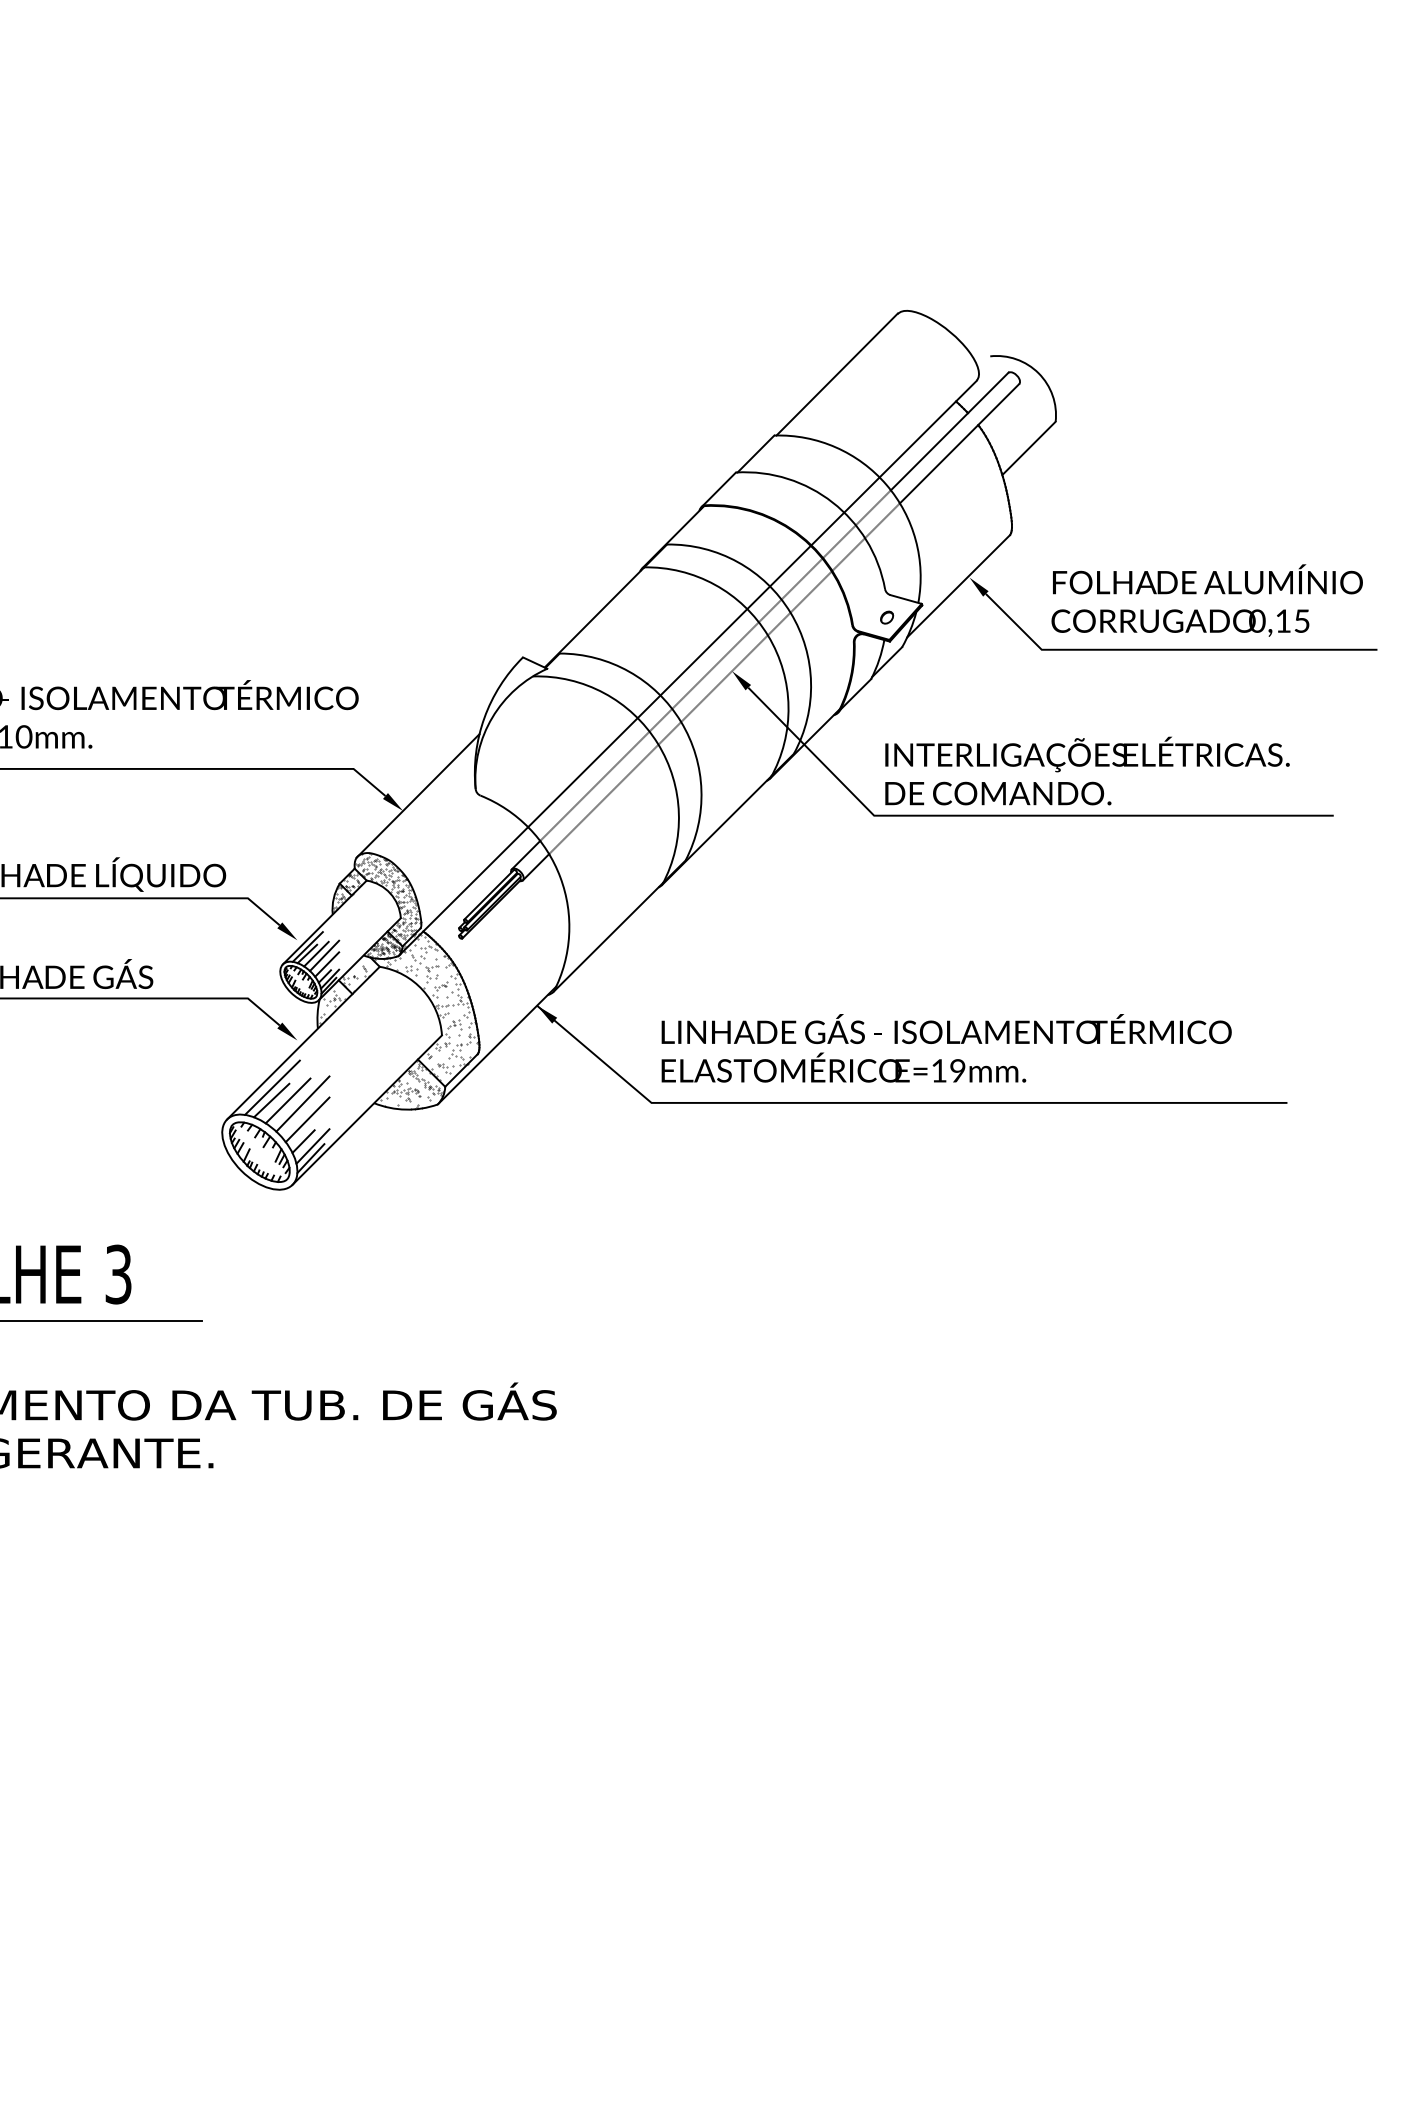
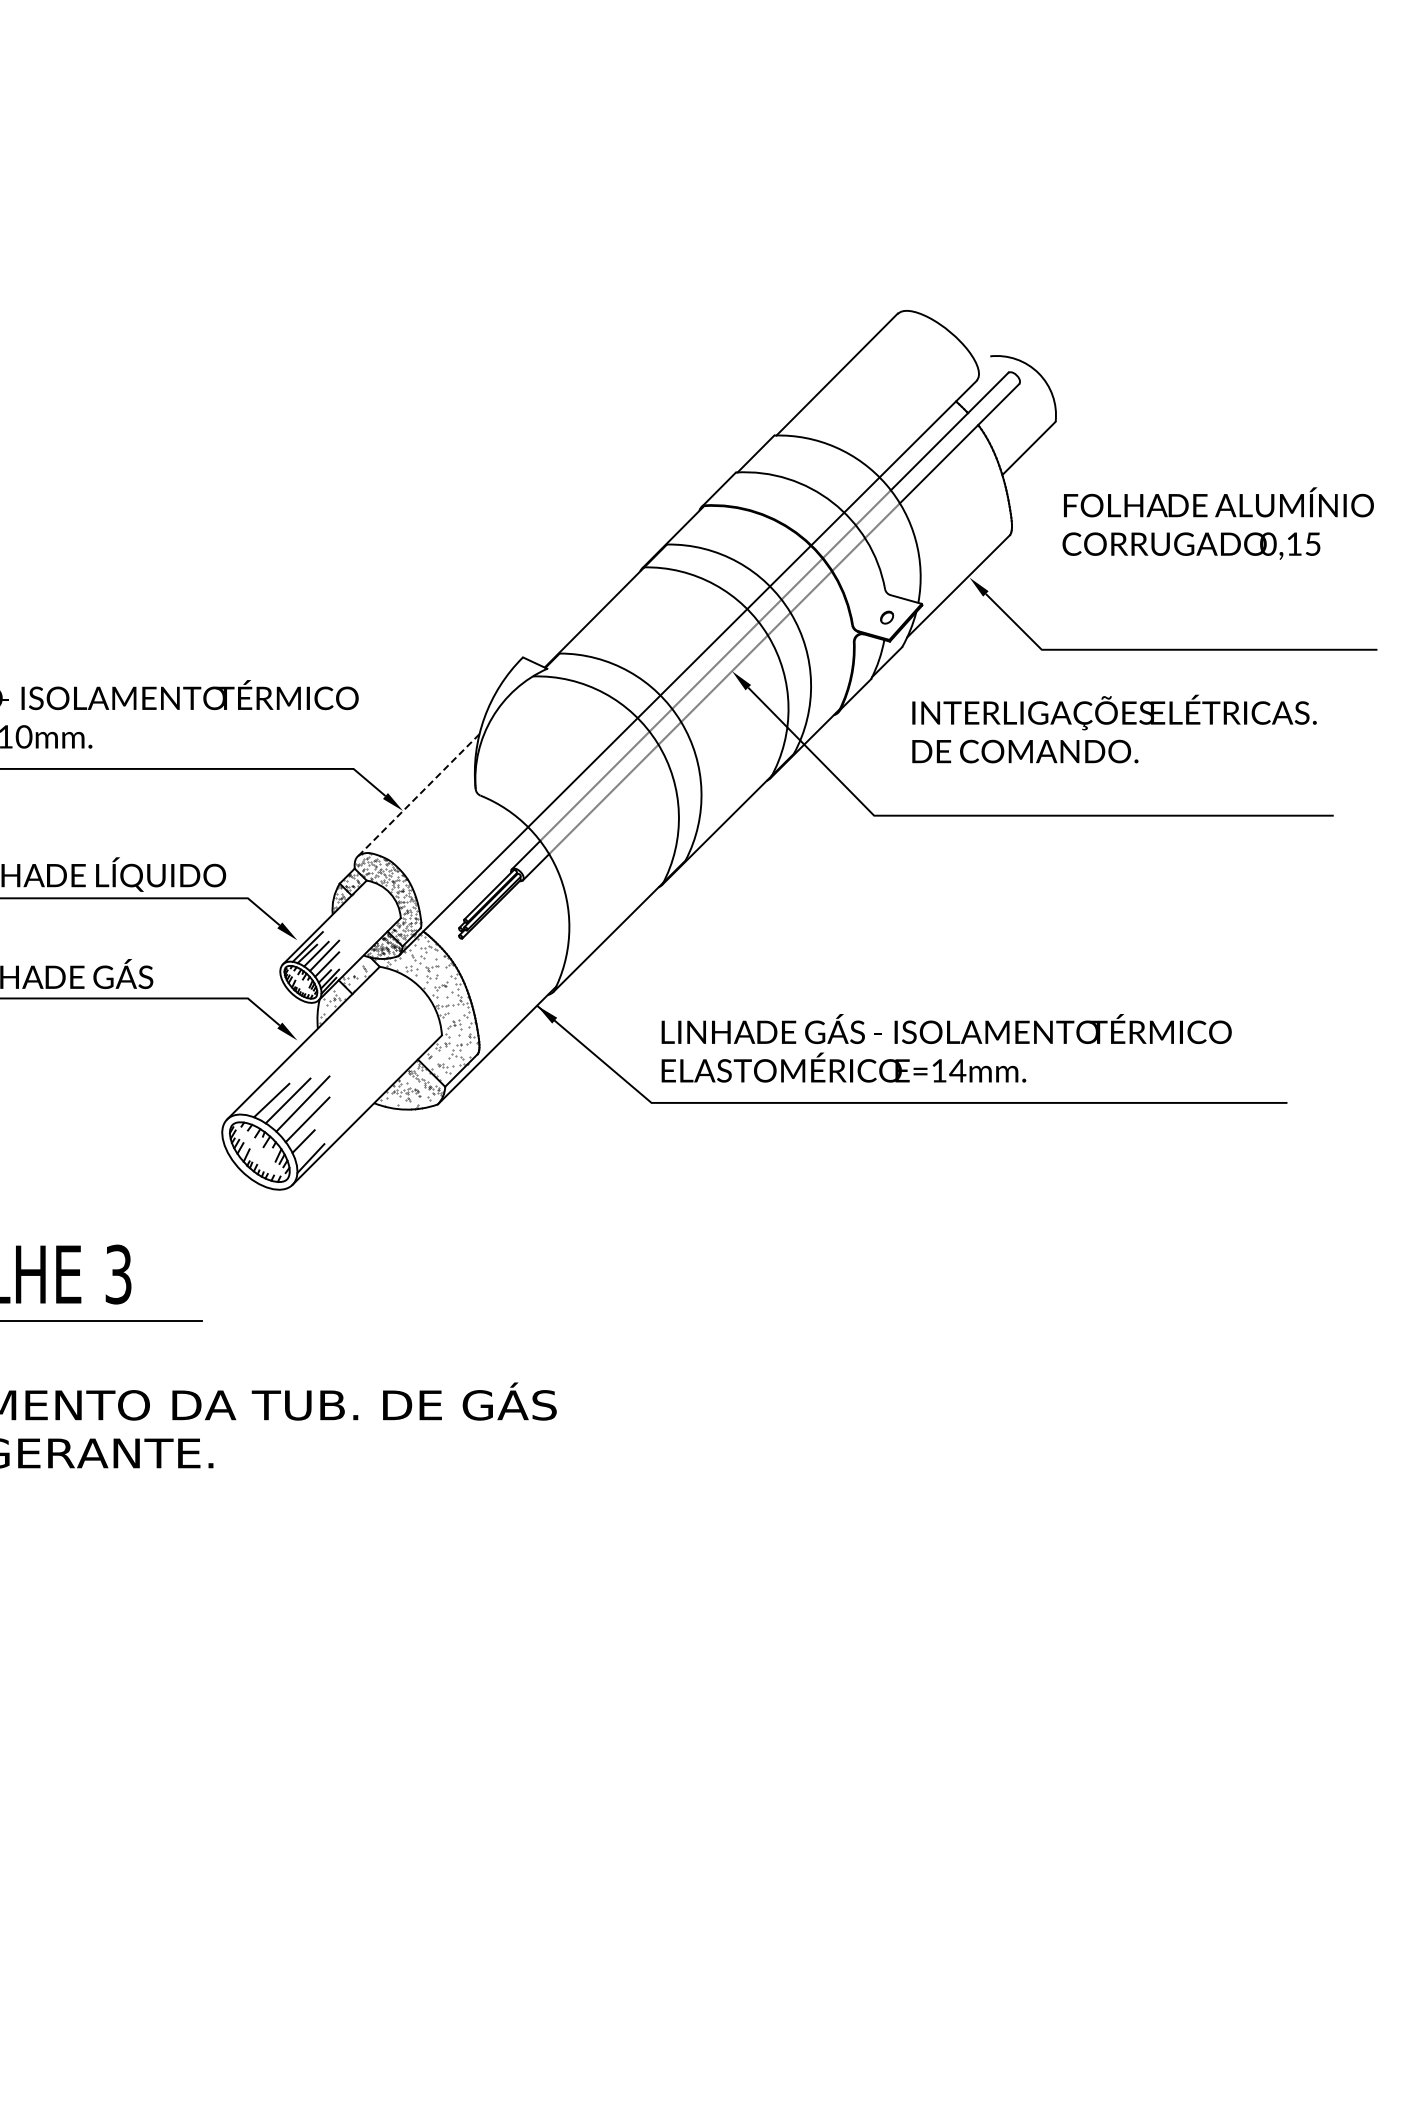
text at (1206, 600) position: (1206, 600) -> (1217, 523)
text at (1087, 770) position: (1087, 770) -> (1114, 728)
line at (417, 796): solid -> dashed
text at (957, 1070): E=19mm. -> E=14mm.
line at (272, 1087): present -> none
line at (312, 1146): present -> none
